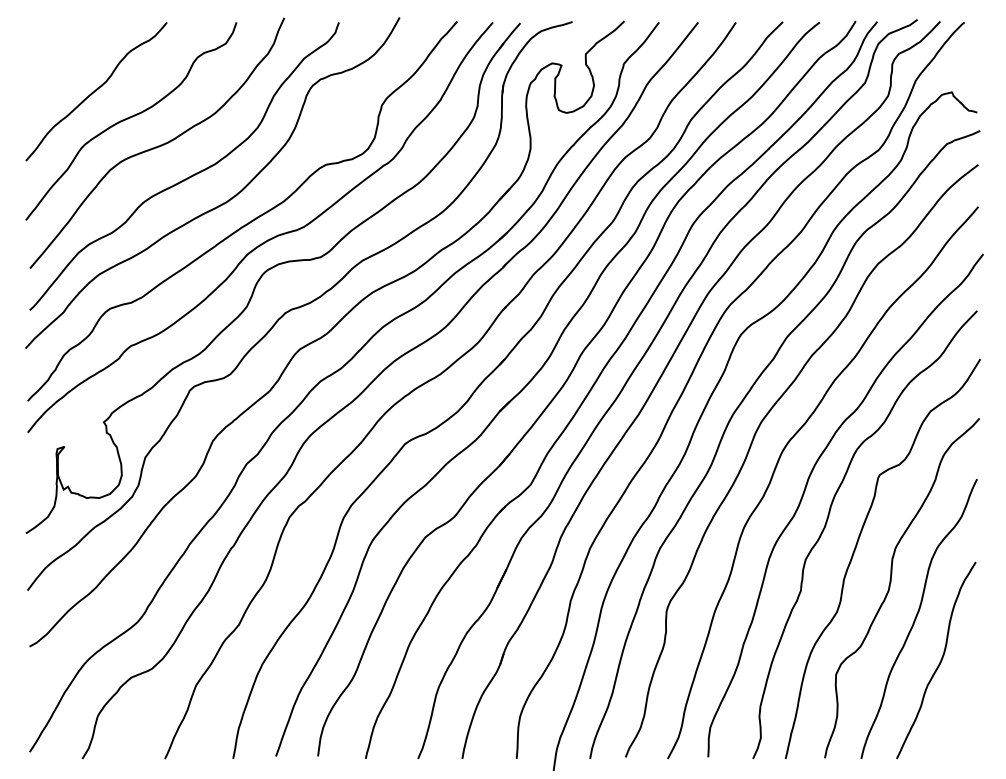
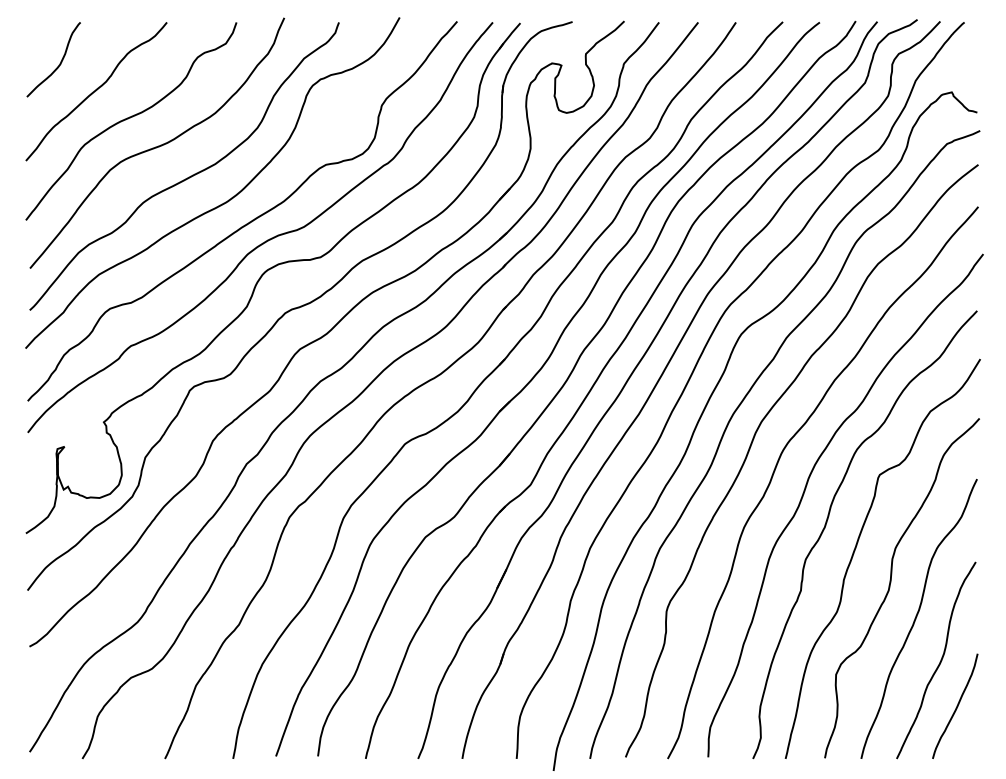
curve at (59, 63): none -> present
curve at (956, 705): none -> present
